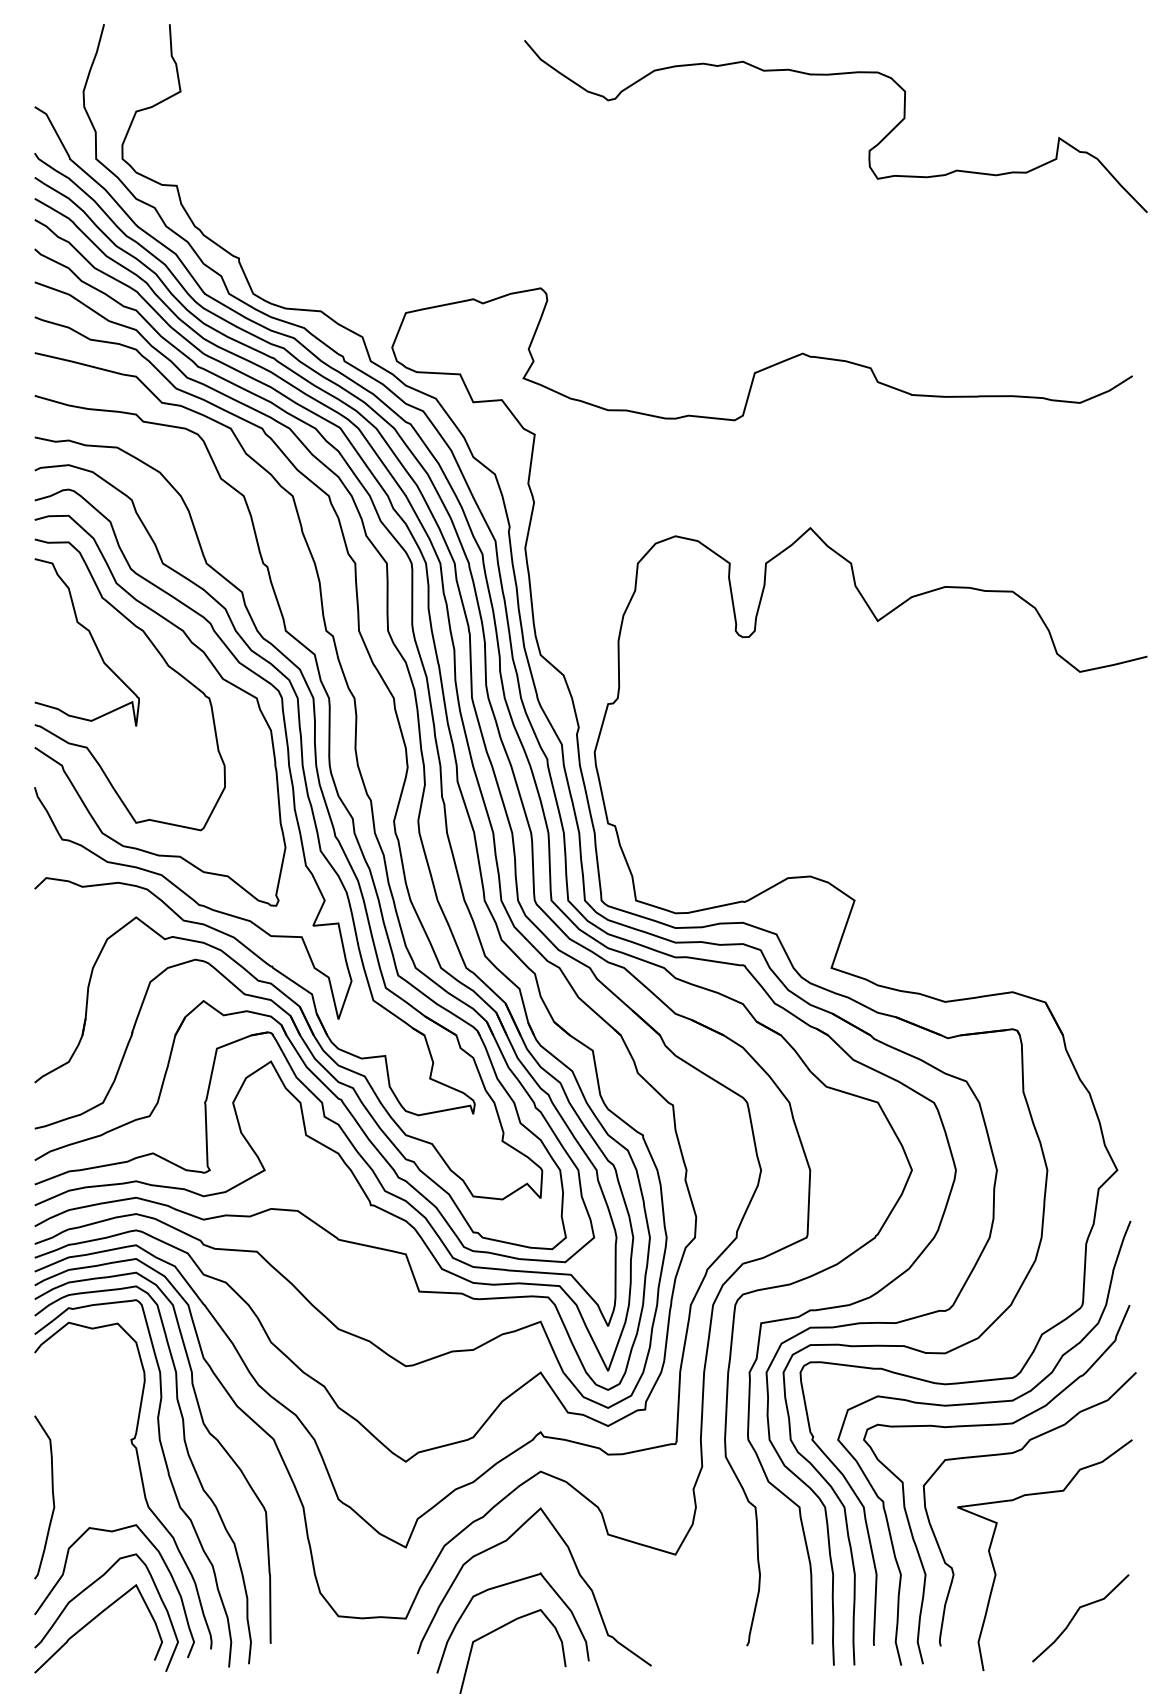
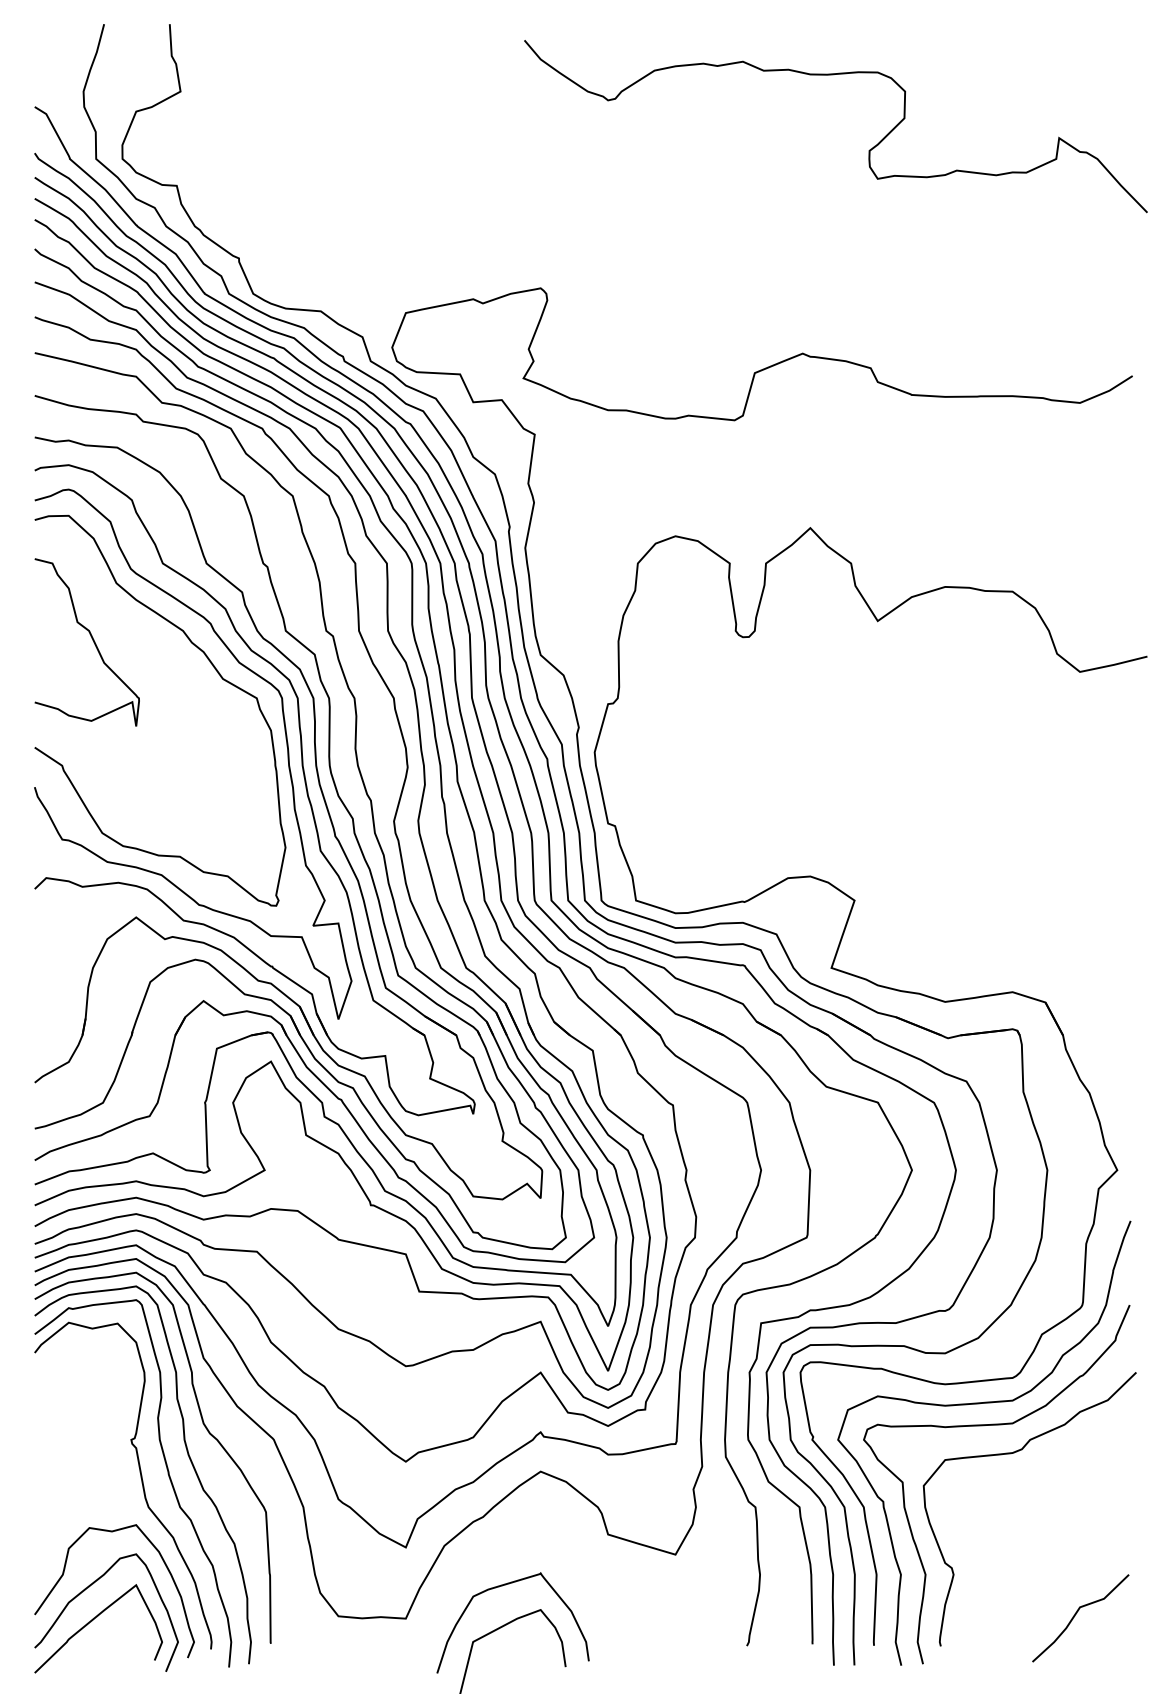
curve at (163, 660): present -> none
curve at (52, 1497): present -> none
curve at (575, 1567): present -> none
curve at (995, 1569): present -> none
